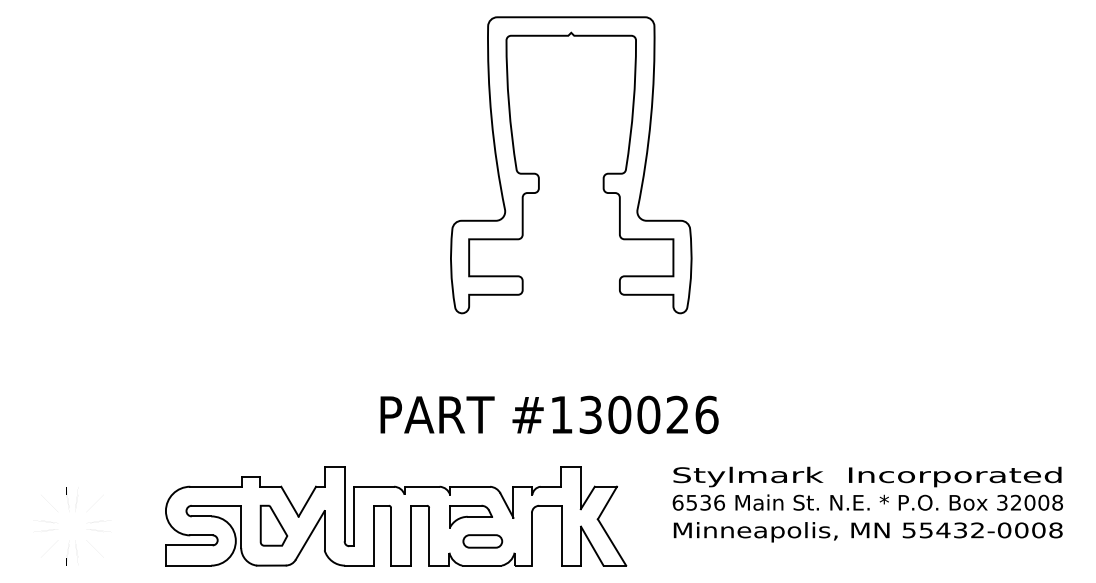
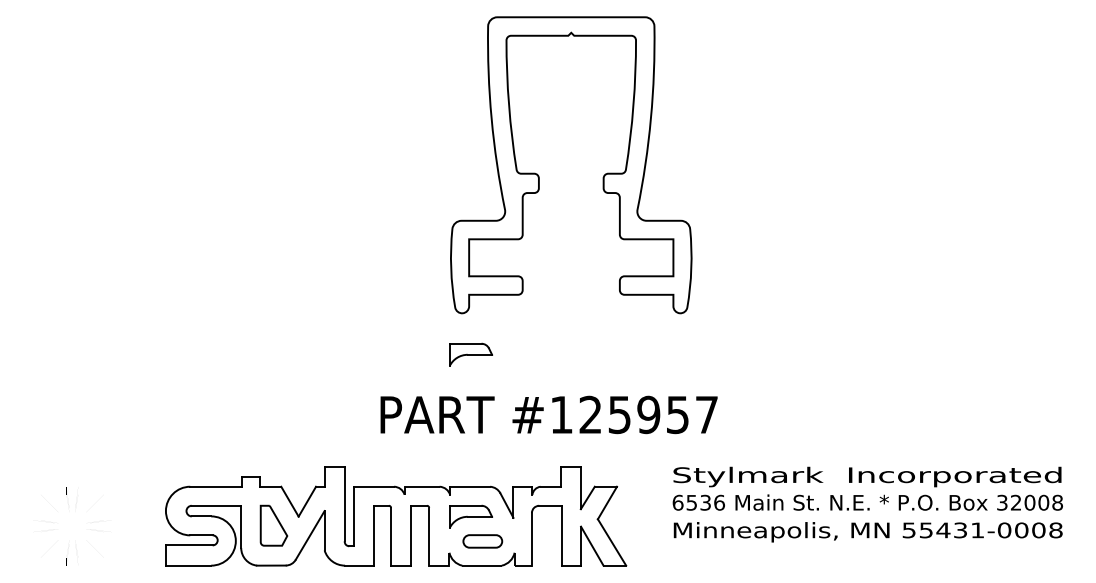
part at (470, 354): none -> present
text at (648, 414): #130026 -> #125957
text at (977, 530): 55432-0008 -> 55431-0008
